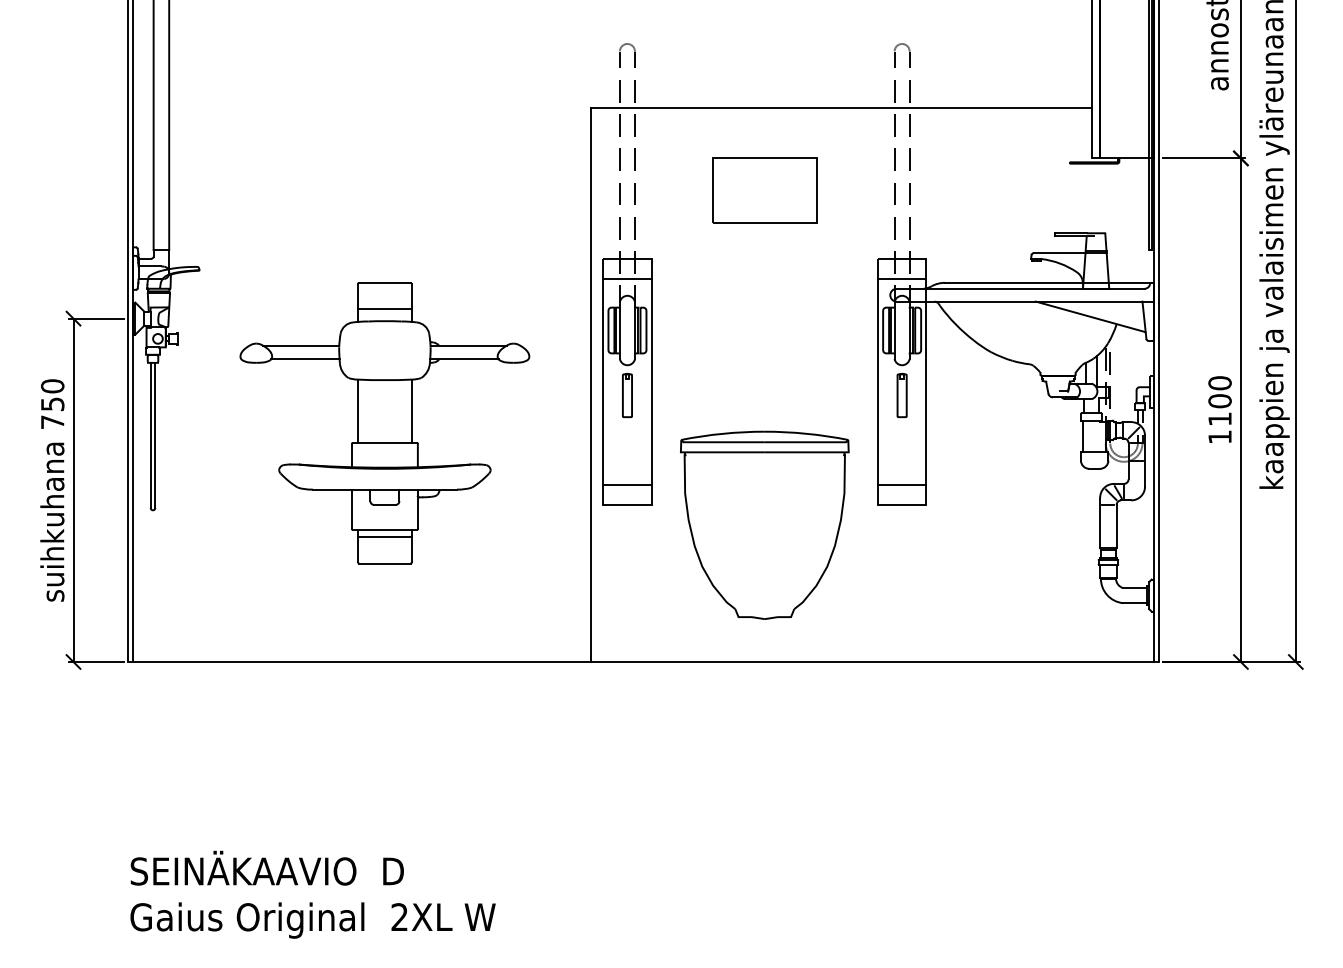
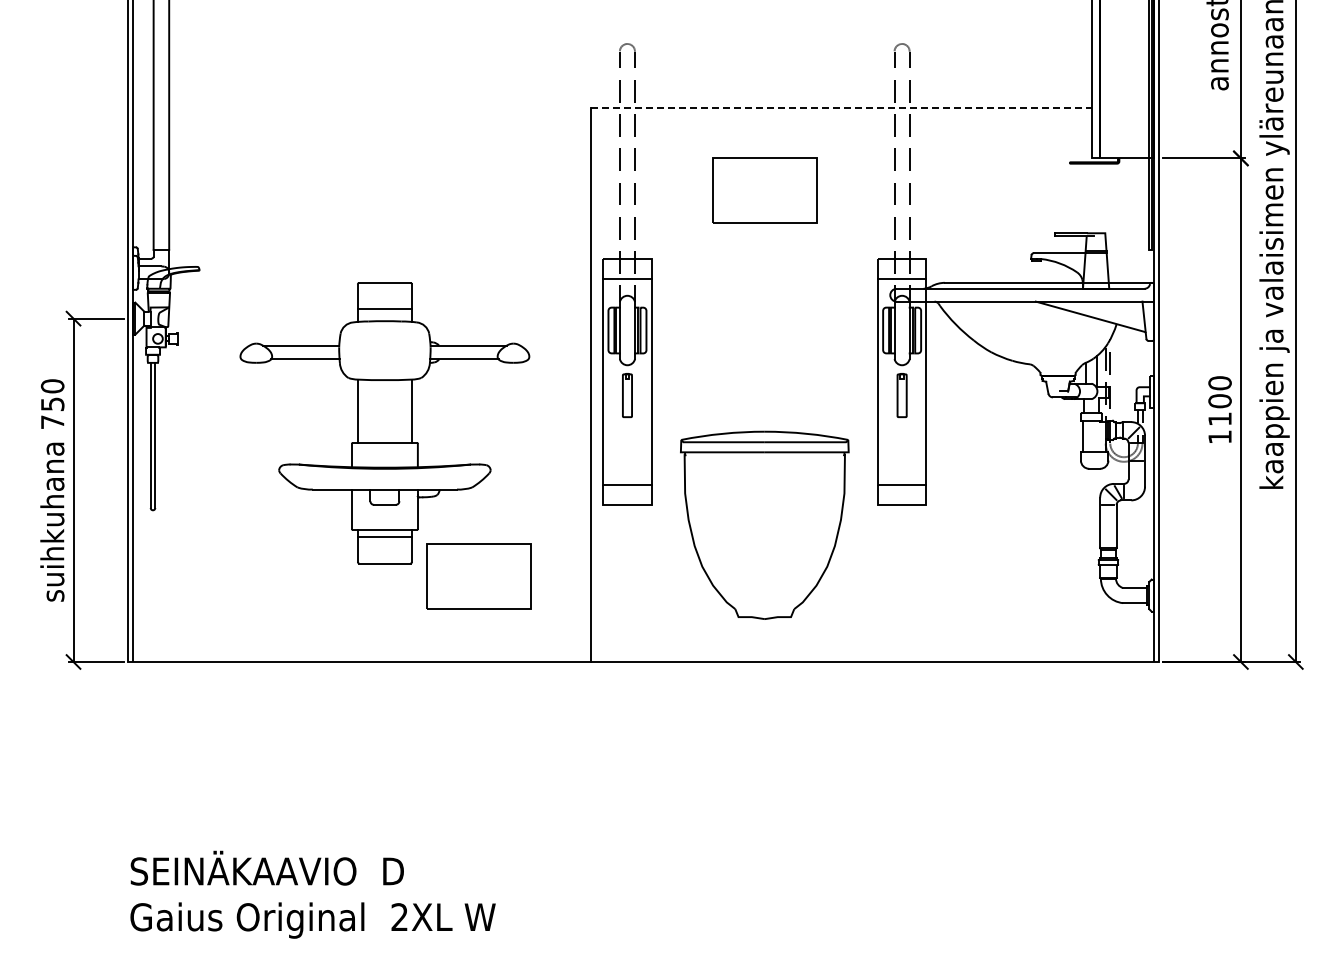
line at (841, 108): solid -> dashed
part at (478, 576): none -> present
